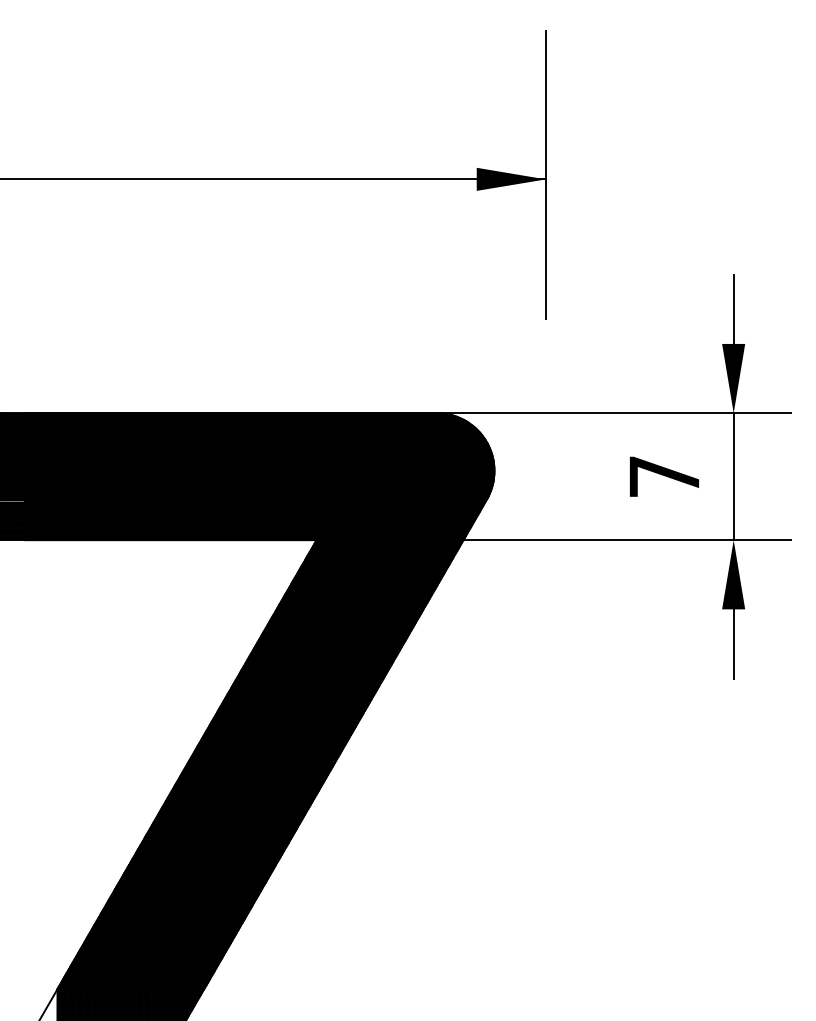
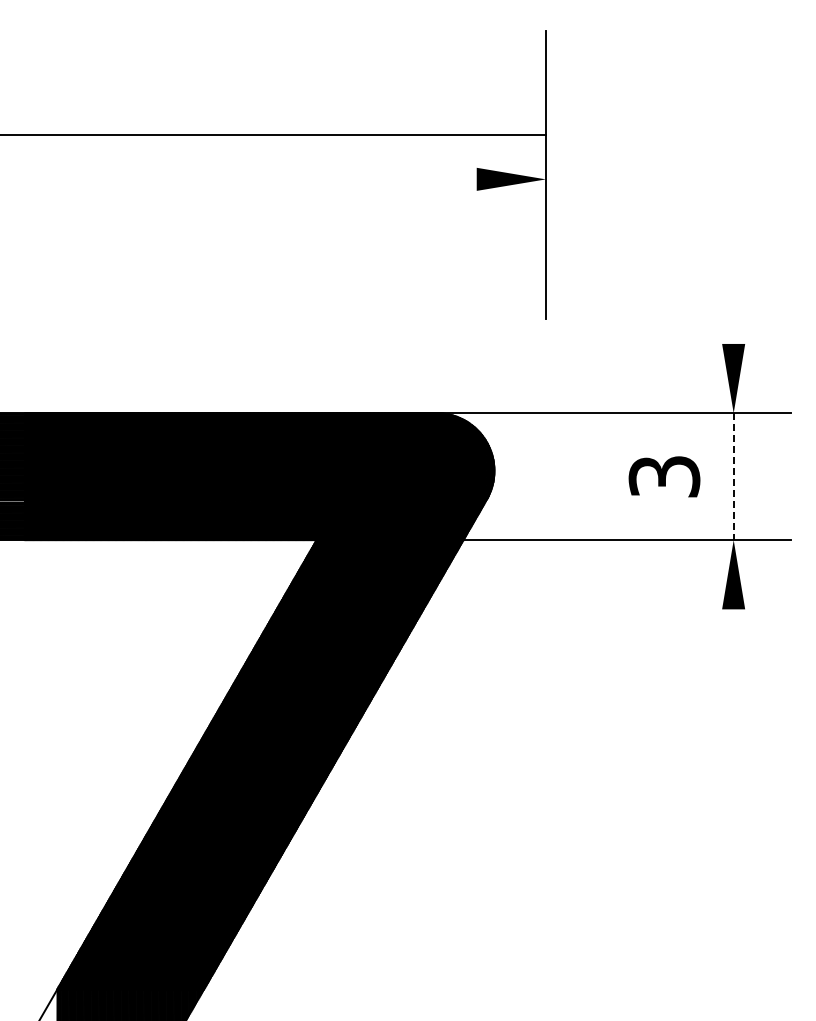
line at (273, 179) position: (273, 179) -> (273, 135)
line at (733, 308): present -> none
text at (664, 476): 7 -> 3
line at (733, 477): solid -> dashed
line at (733, 643): present -> none
